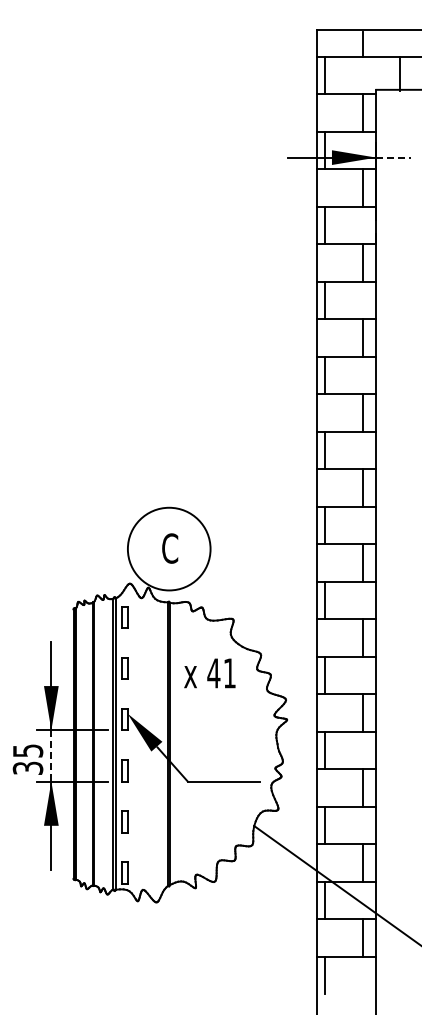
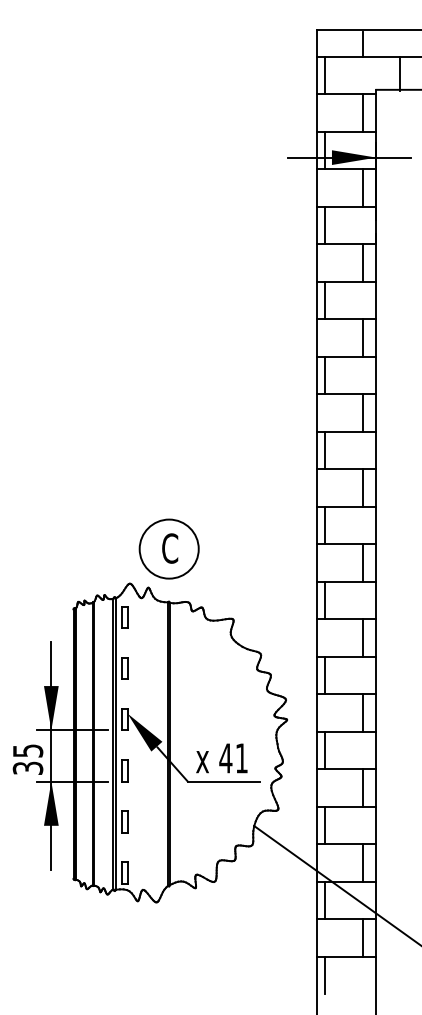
line at (394, 157): dashed -> solid
circle at (168, 548) diameter: 83 px -> 59 px
text at (209, 673) position: (209, 673) -> (221, 758)
line at (51, 755): dashed -> solid
